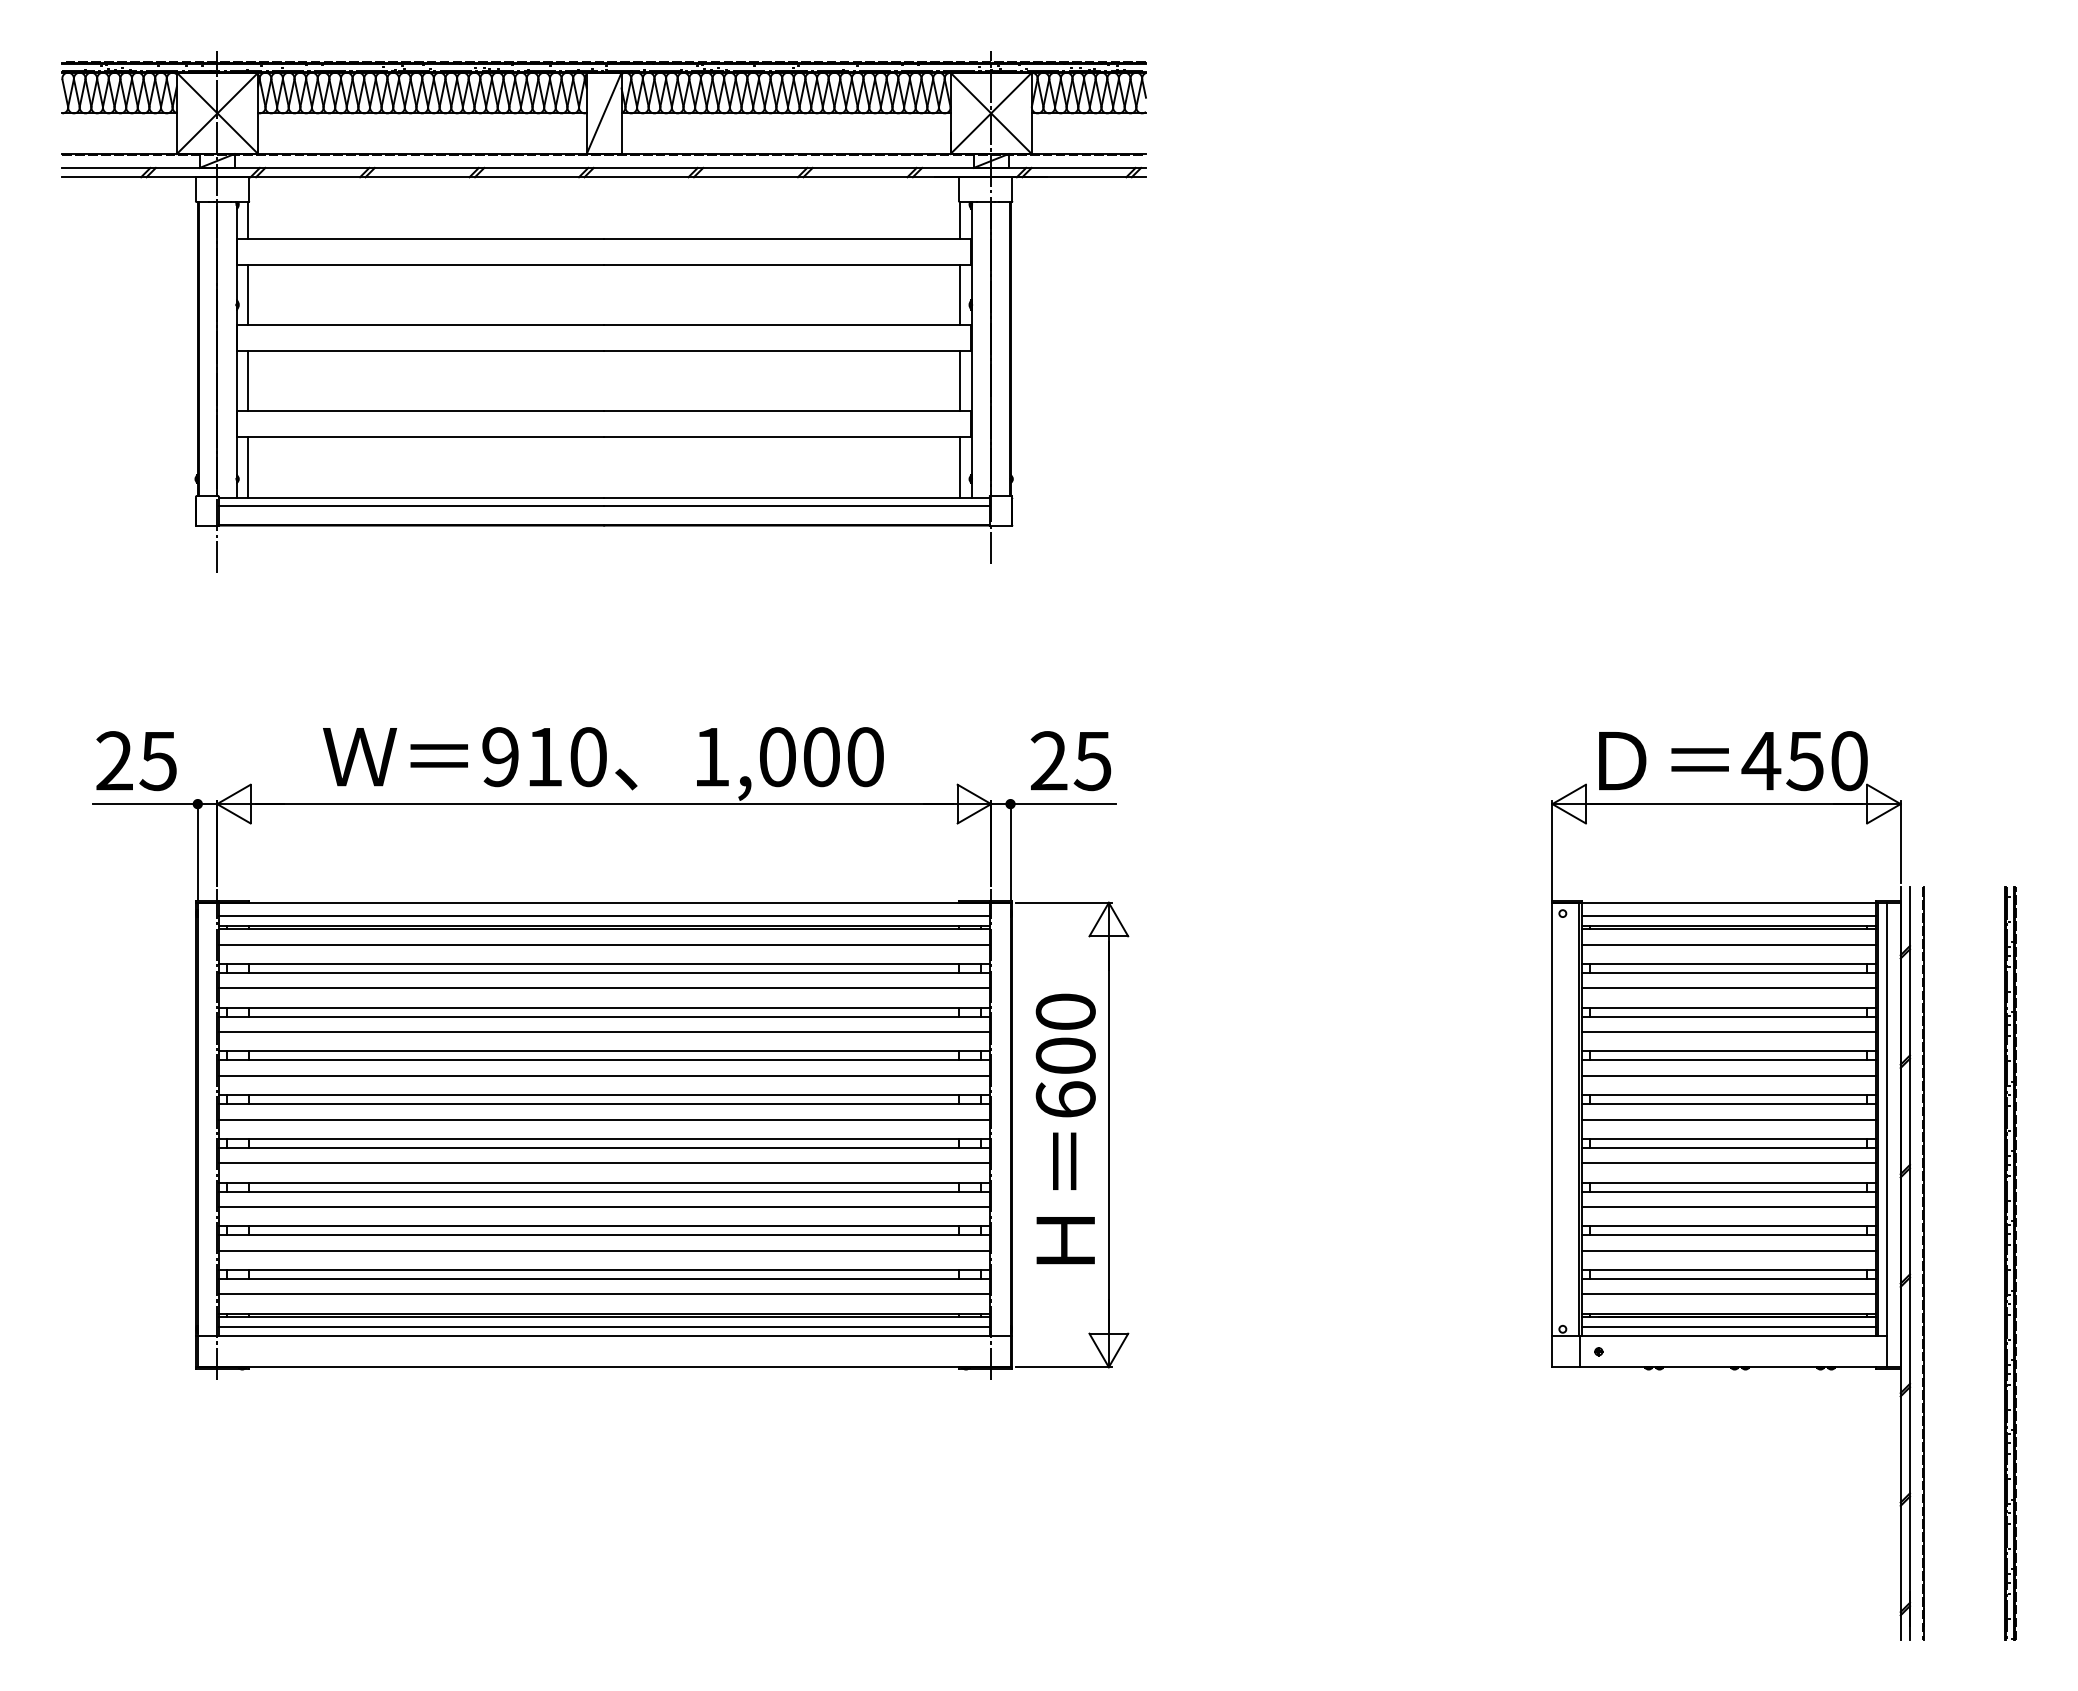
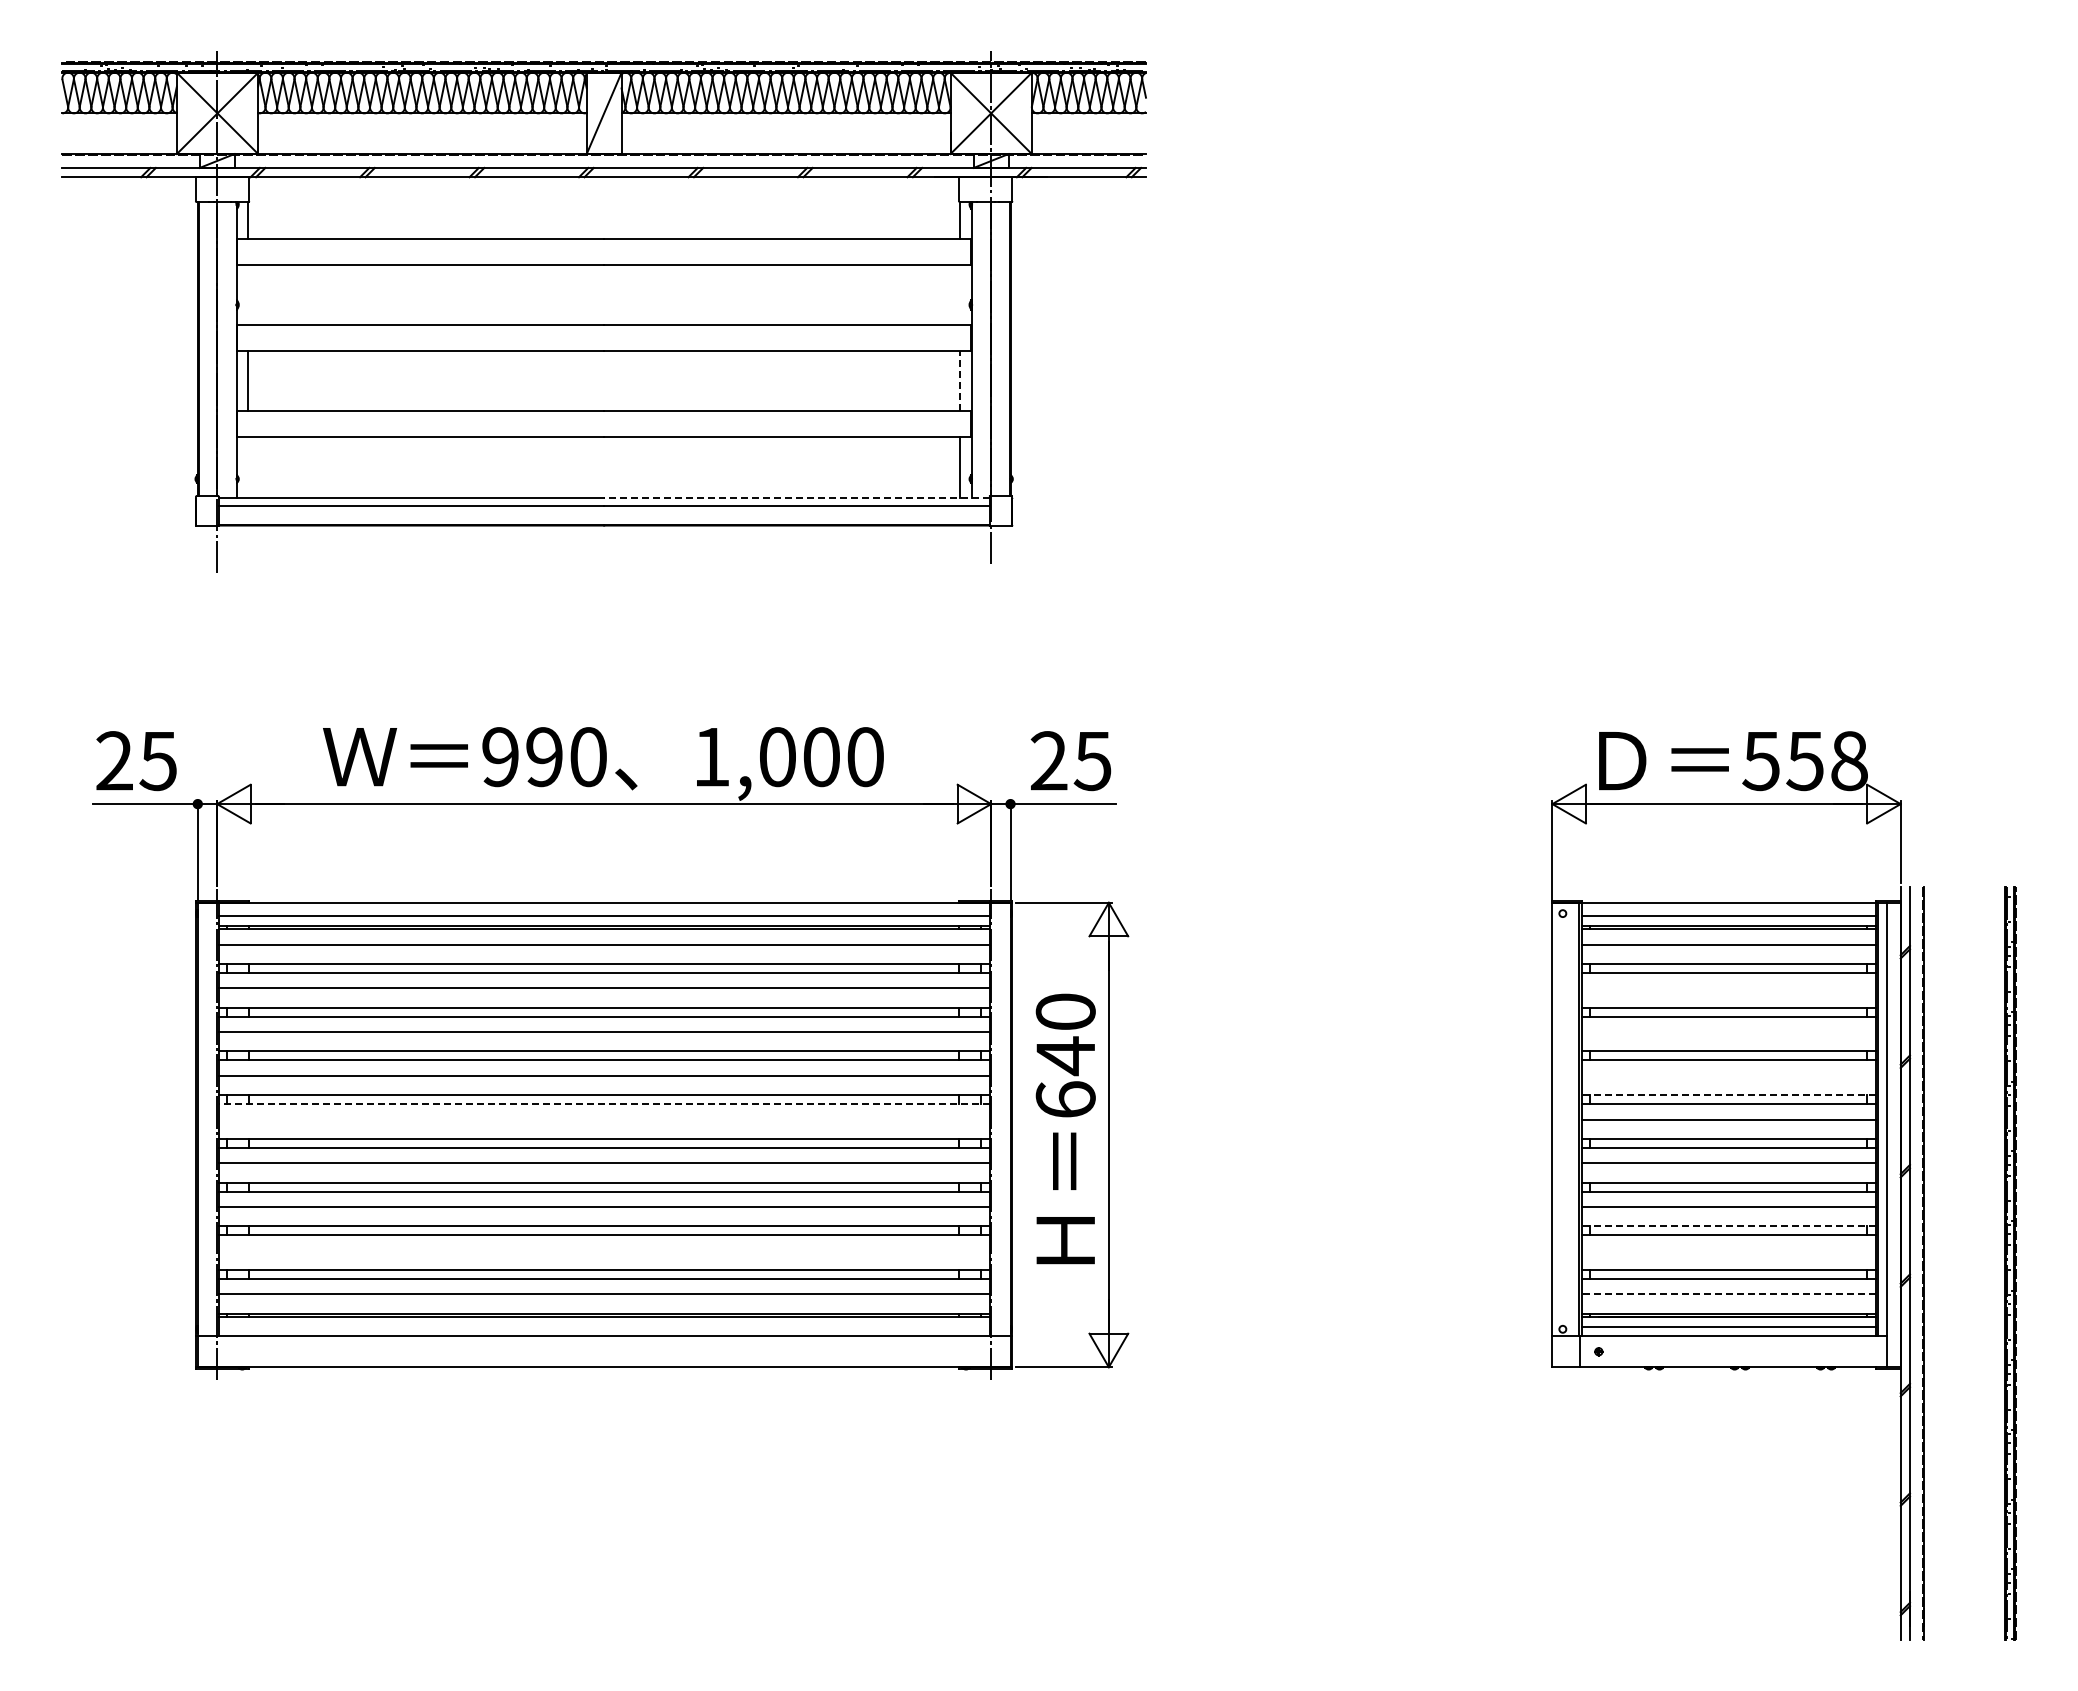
line at (248, 294): present -> none
line at (960, 294): present -> none
line at (960, 380): solid -> dashed
line at (248, 467): present -> none
line at (796, 498): solid -> dashed
text at (544, 757): 910 -> 990
text at (1804, 761): 450 -> 558
line at (1728, 988): present -> none
line at (1728, 1032): present -> none
text at (1065, 1056): 600 -> 640
line at (1728, 1075): present -> none
line at (1728, 1095): solid -> dashed
line at (603, 1104): solid -> dashed
line at (603, 1119): present -> none
line at (1728, 1226): solid -> dashed
line at (603, 1250): present -> none
line at (1728, 1250): present -> none
line at (1728, 1294): solid -> dashed
line at (603, 1326): present -> none
